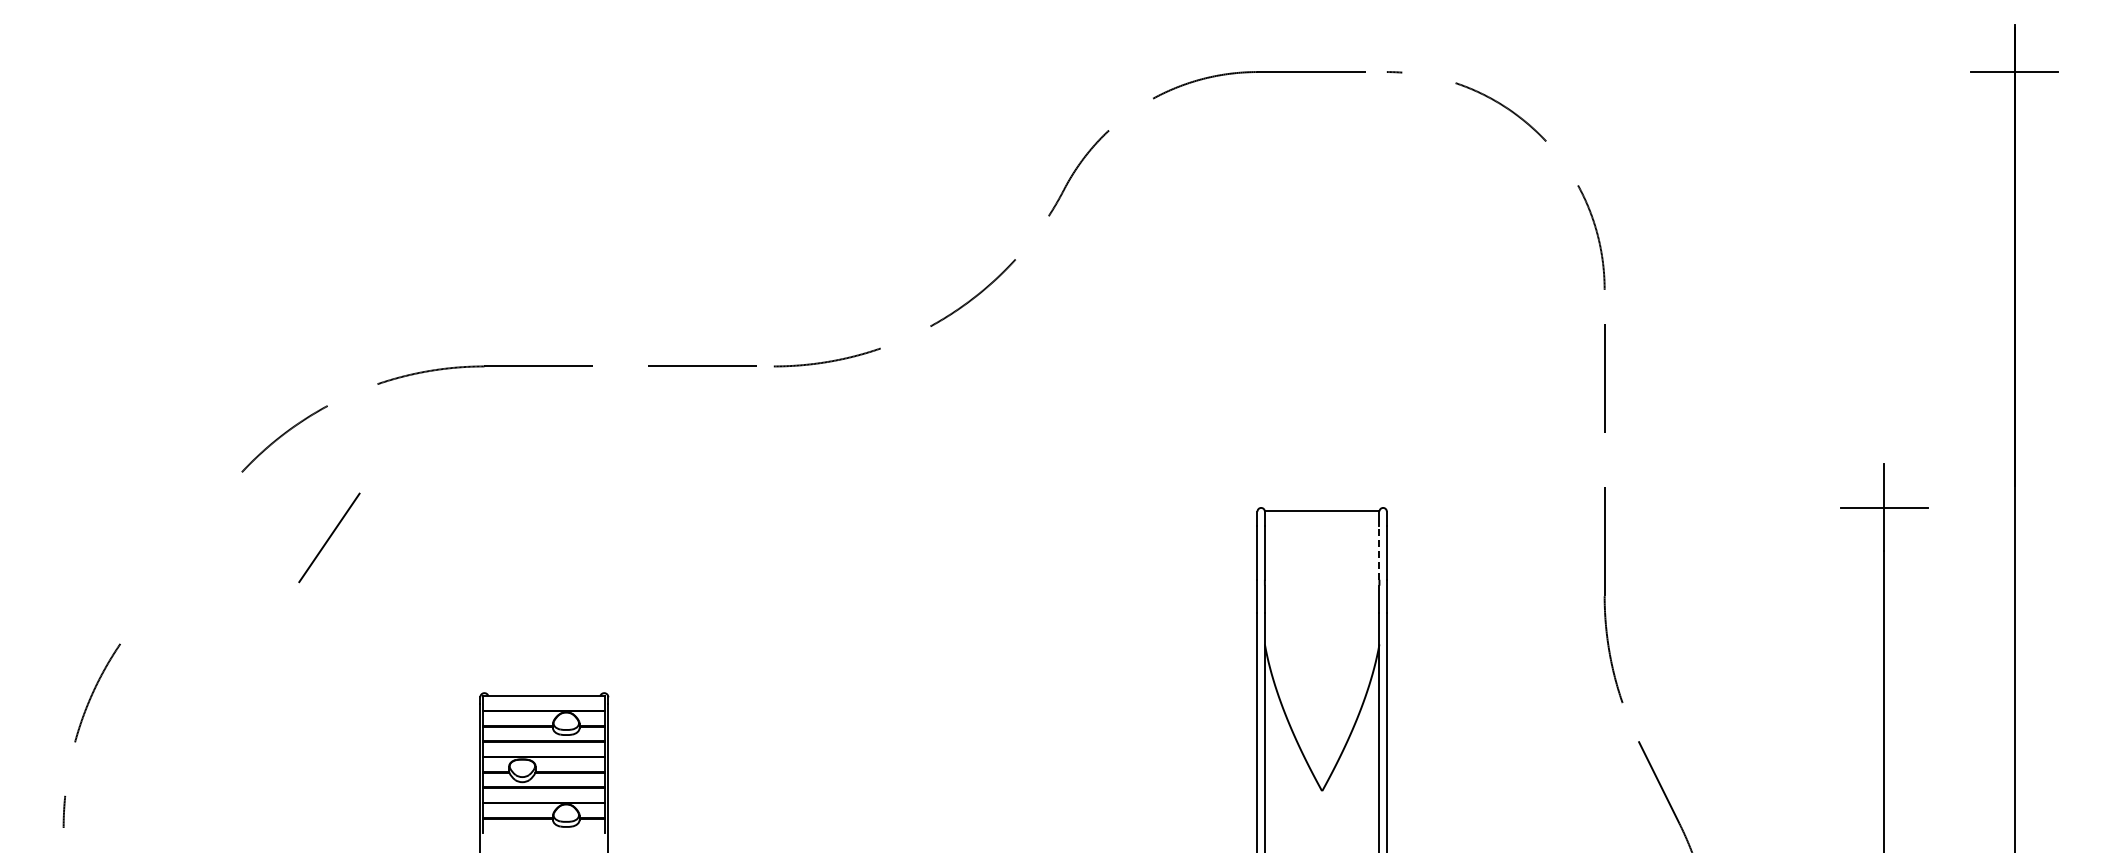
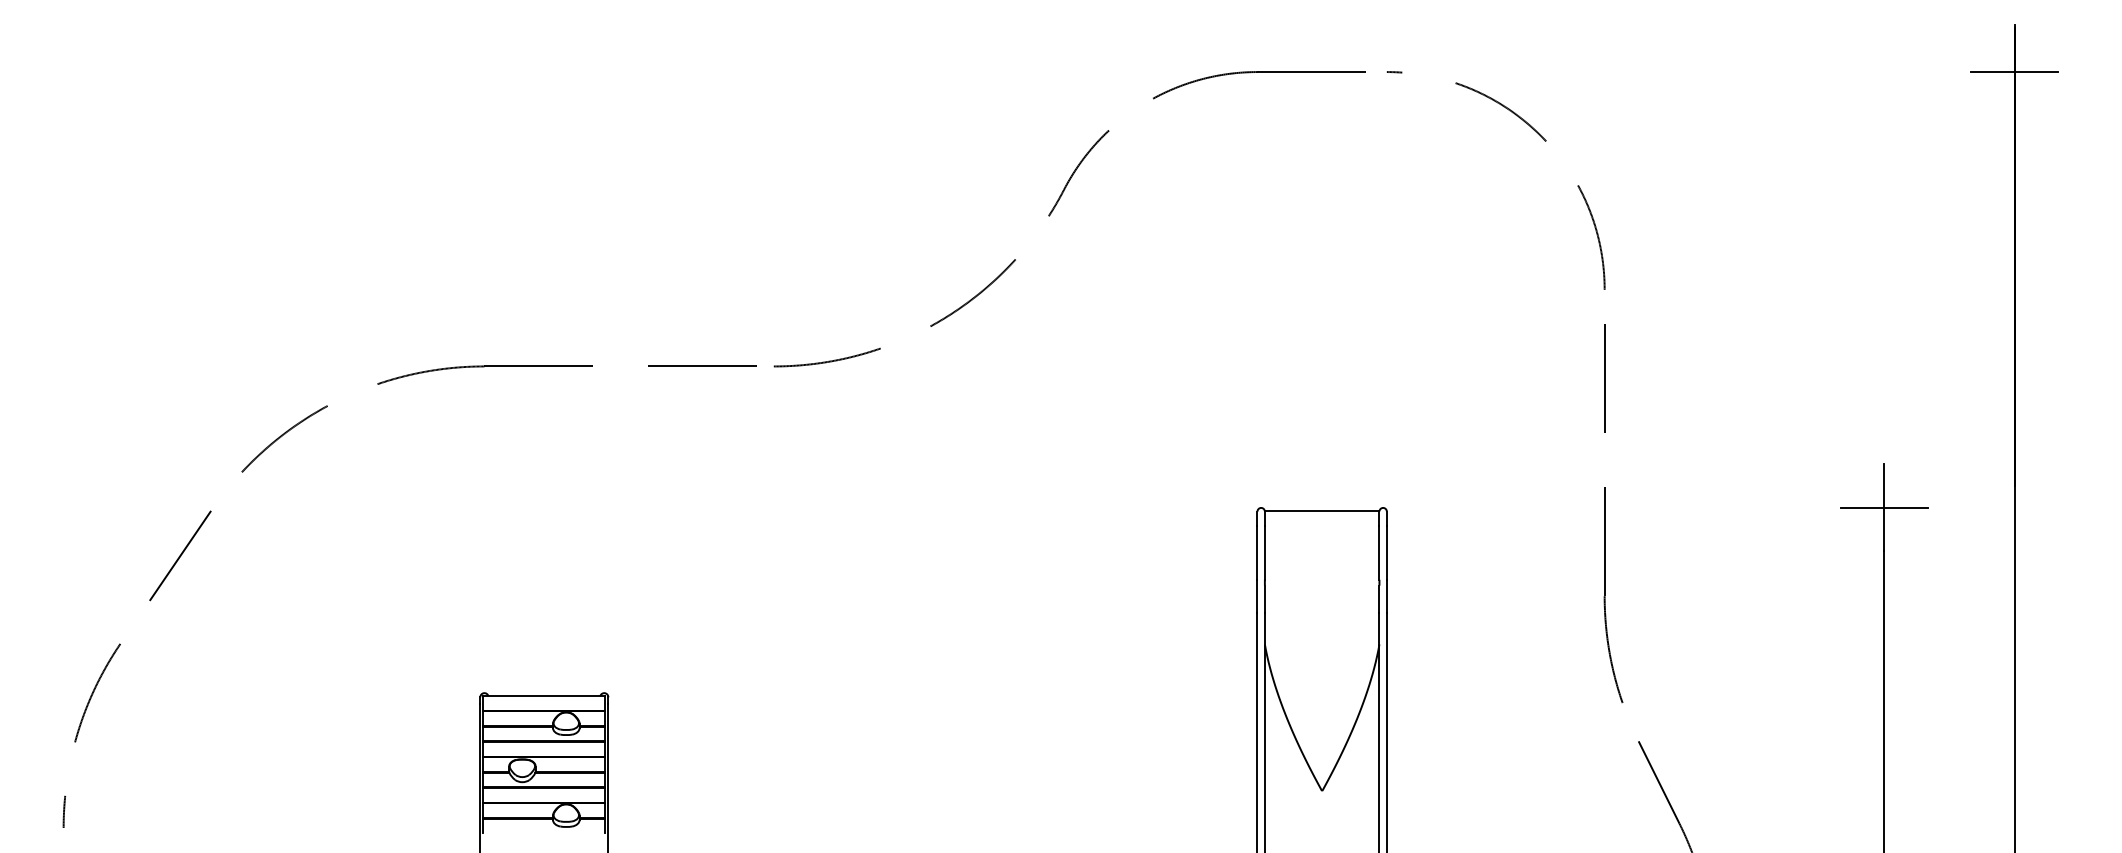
line at (329, 537) position: (329, 537) -> (180, 555)
line at (1379, 552): dashed -> solid
